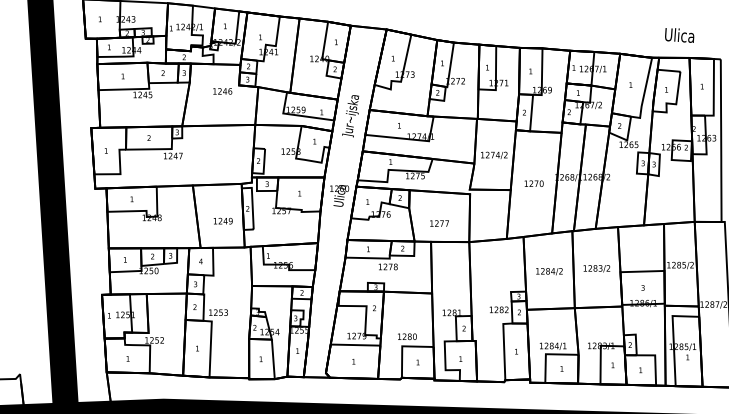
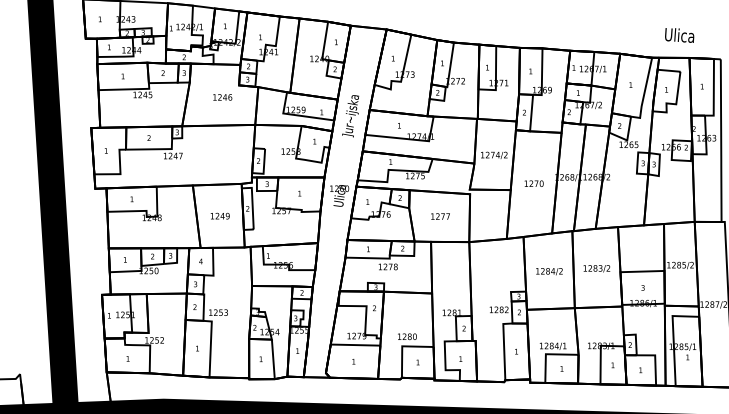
text at (222, 91) position: (222, 91) -> (222, 97)
text at (222, 220) position: (222, 220) -> (219, 215)
text at (439, 223) position: (439, 223) -> (440, 216)
